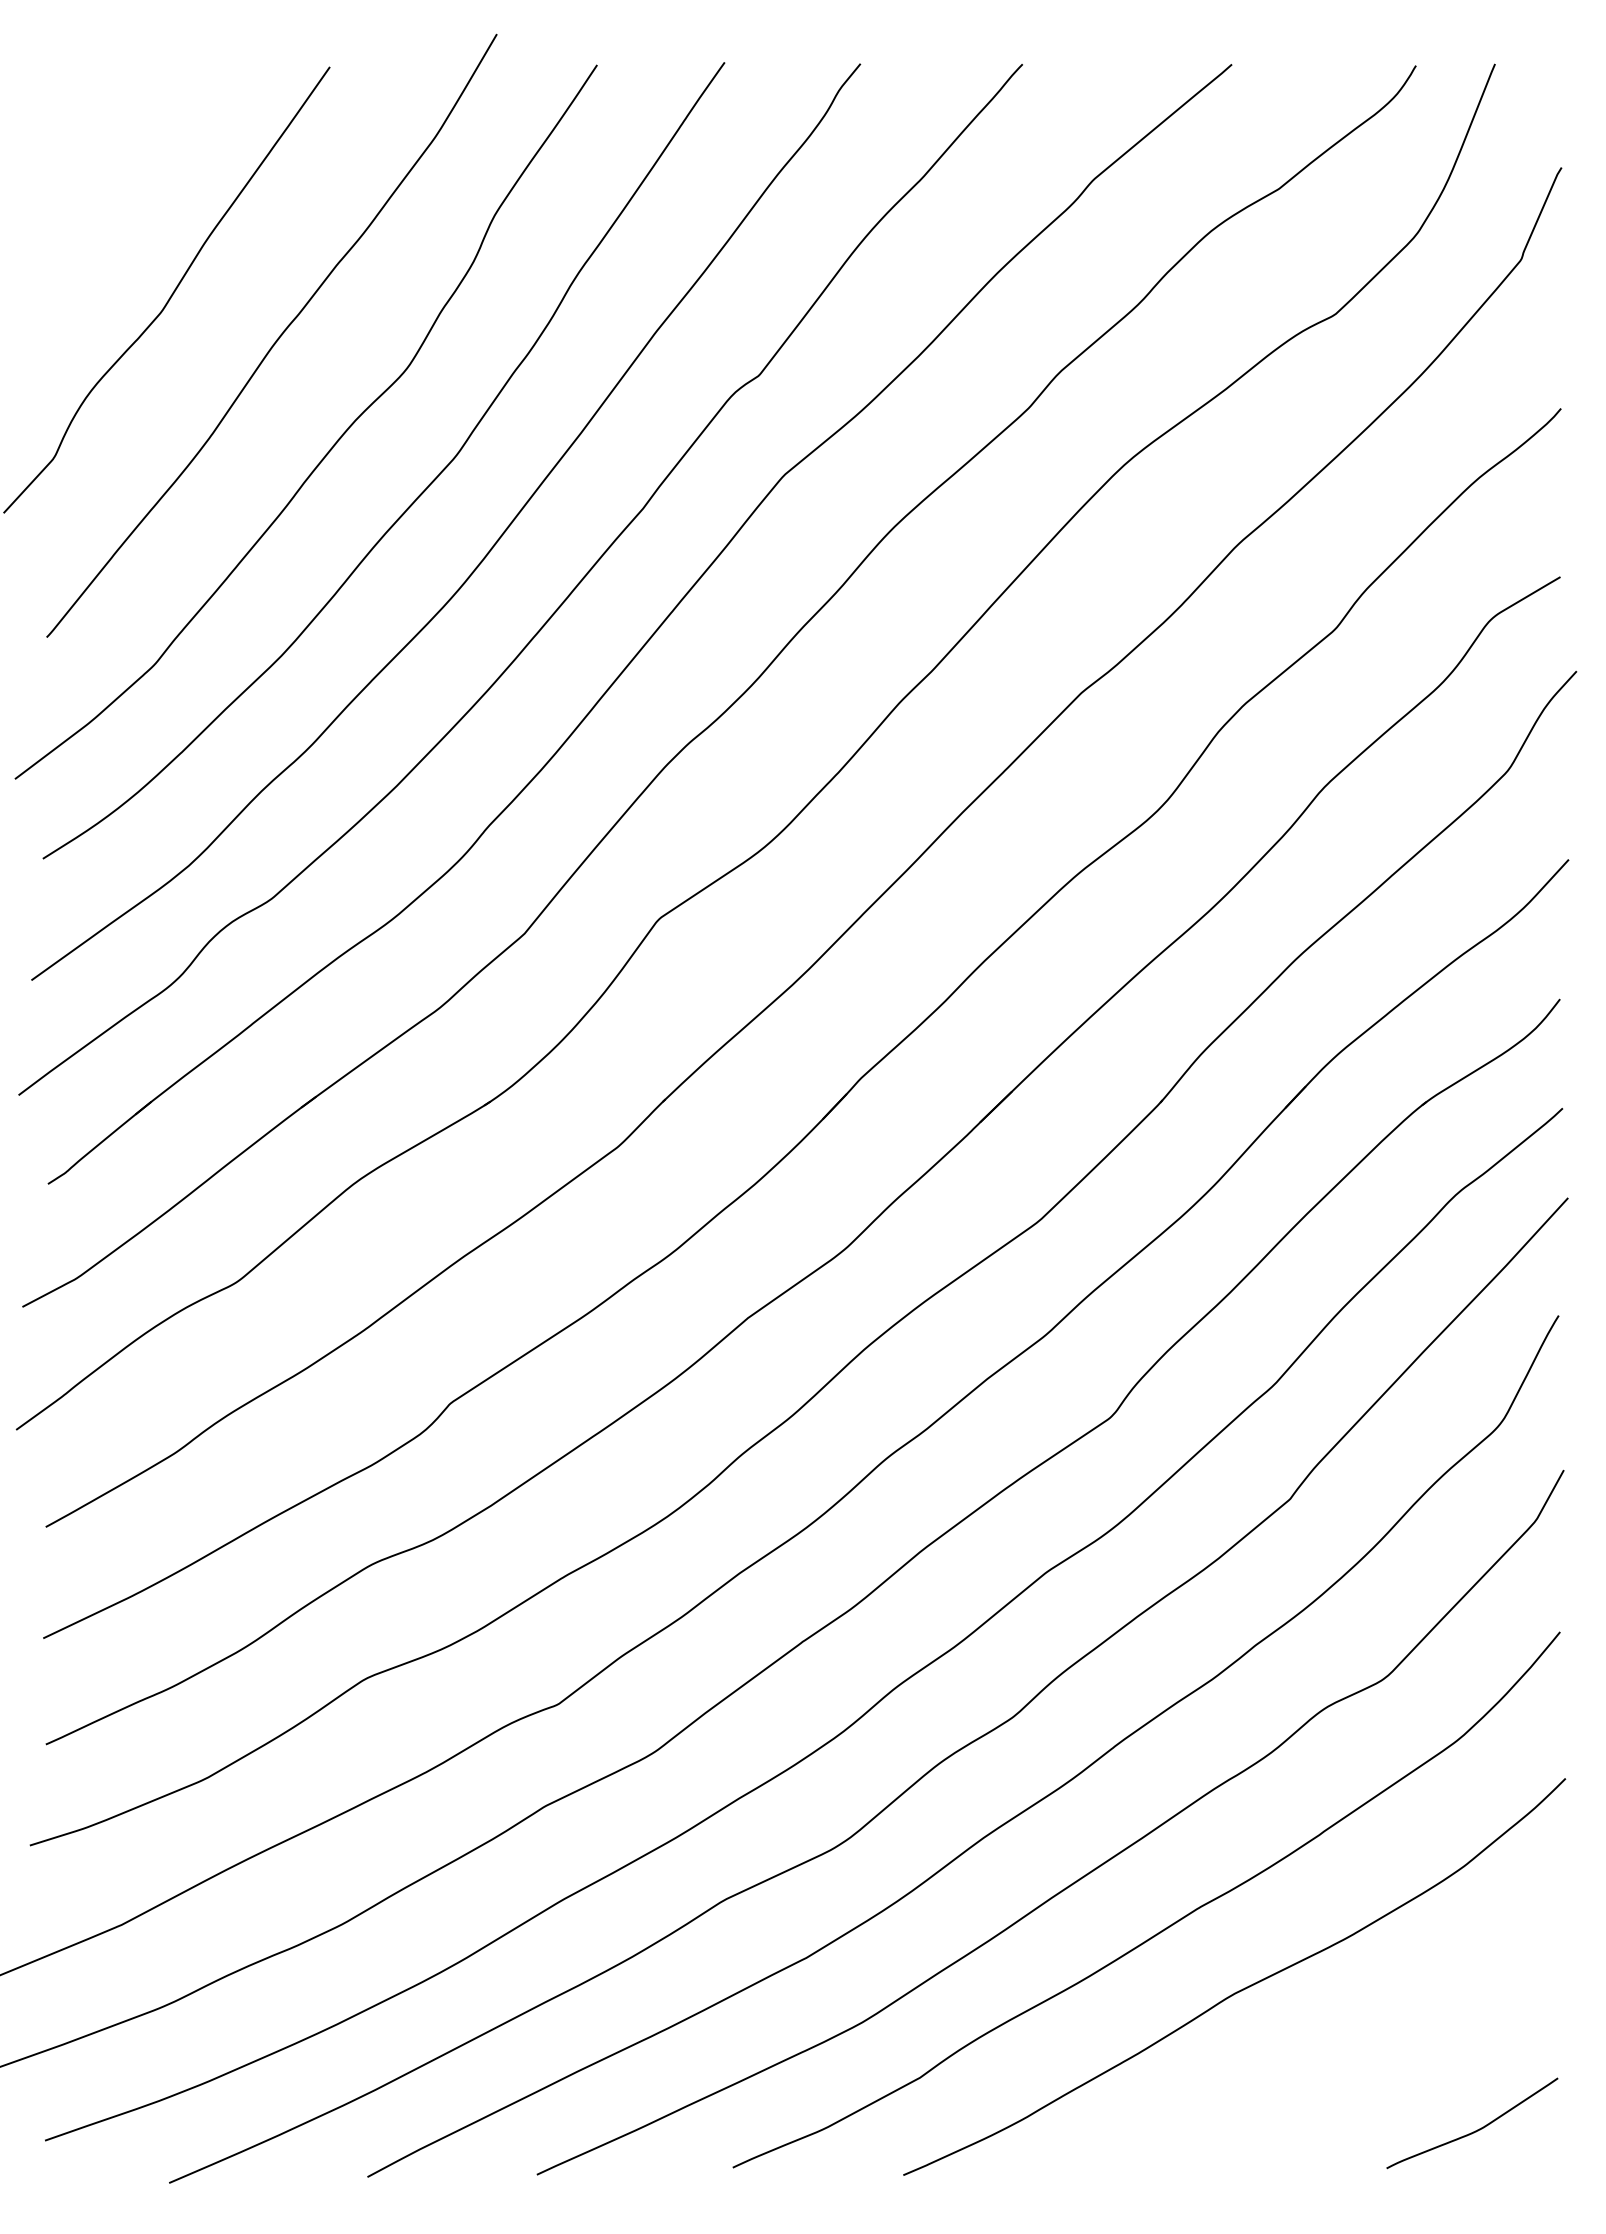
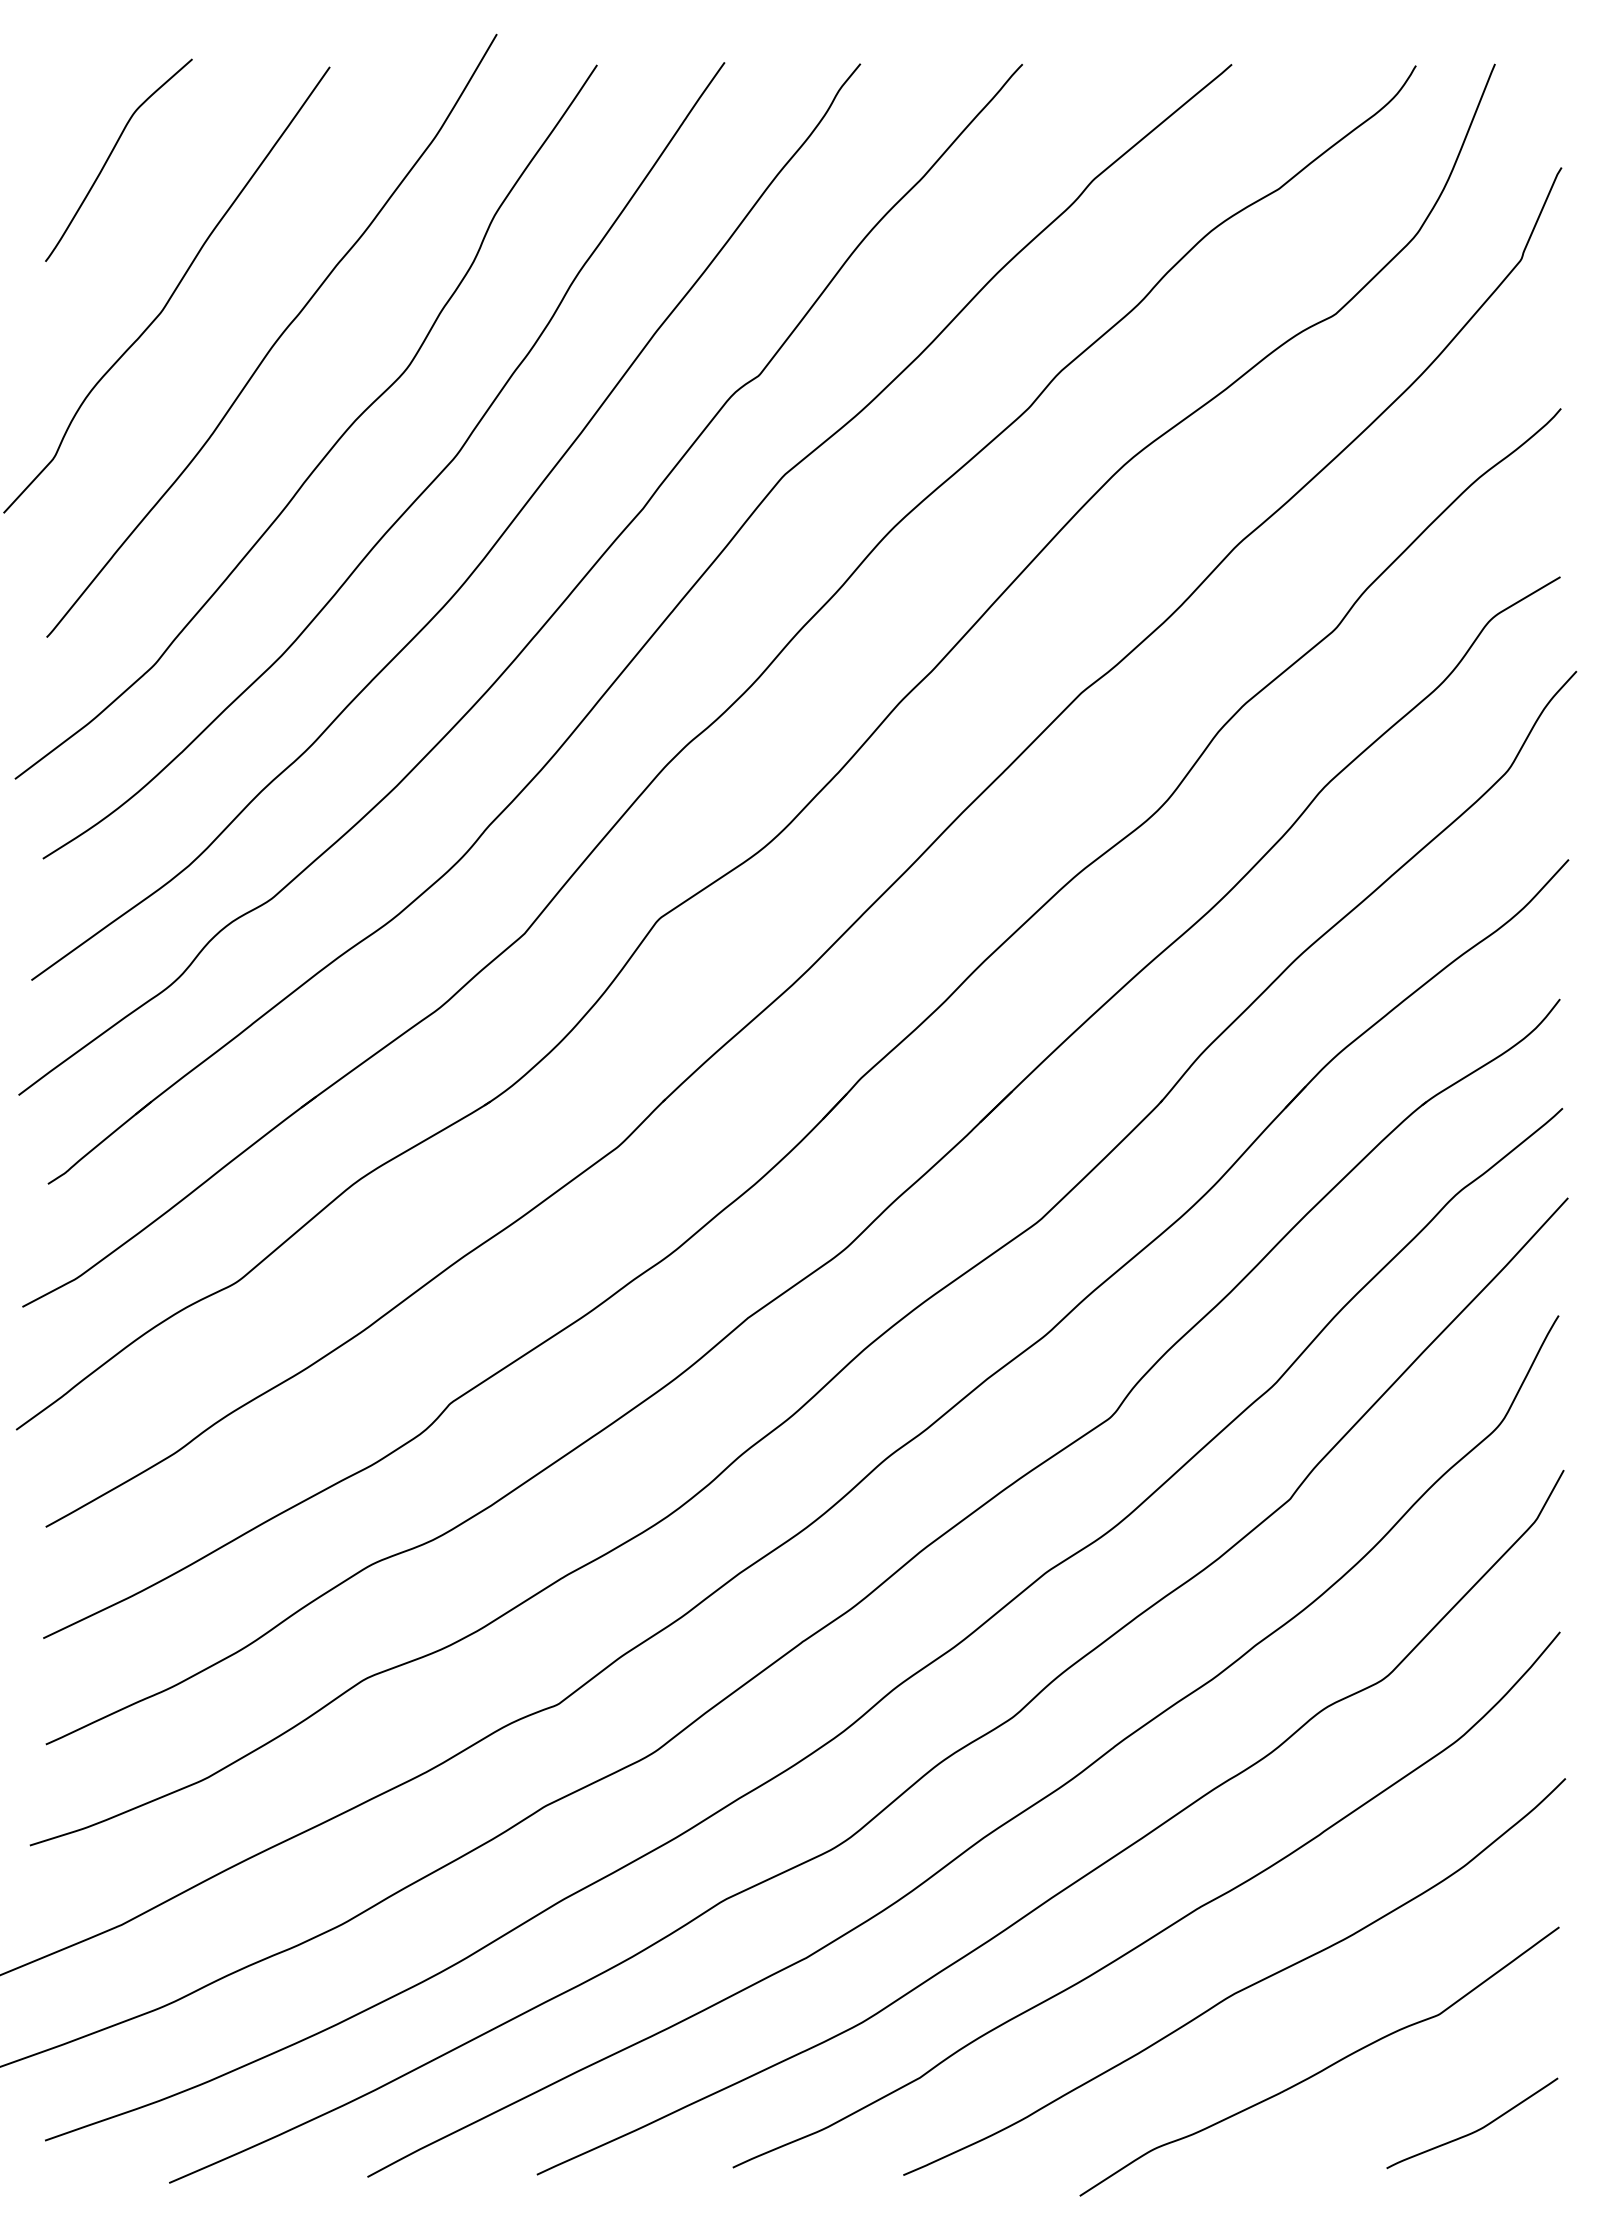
curve at (110, 156): none -> present
curve at (1323, 2068): none -> present
